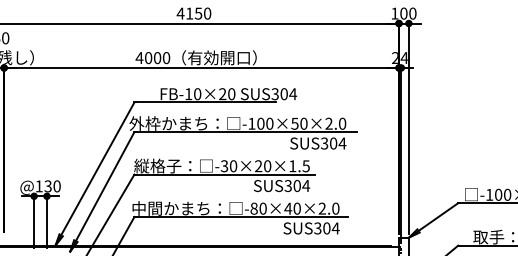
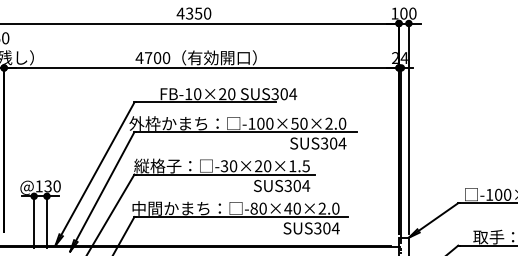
text at (189, 13): 4150 -> 4350
text at (148, 58): 4000 -> 4700
